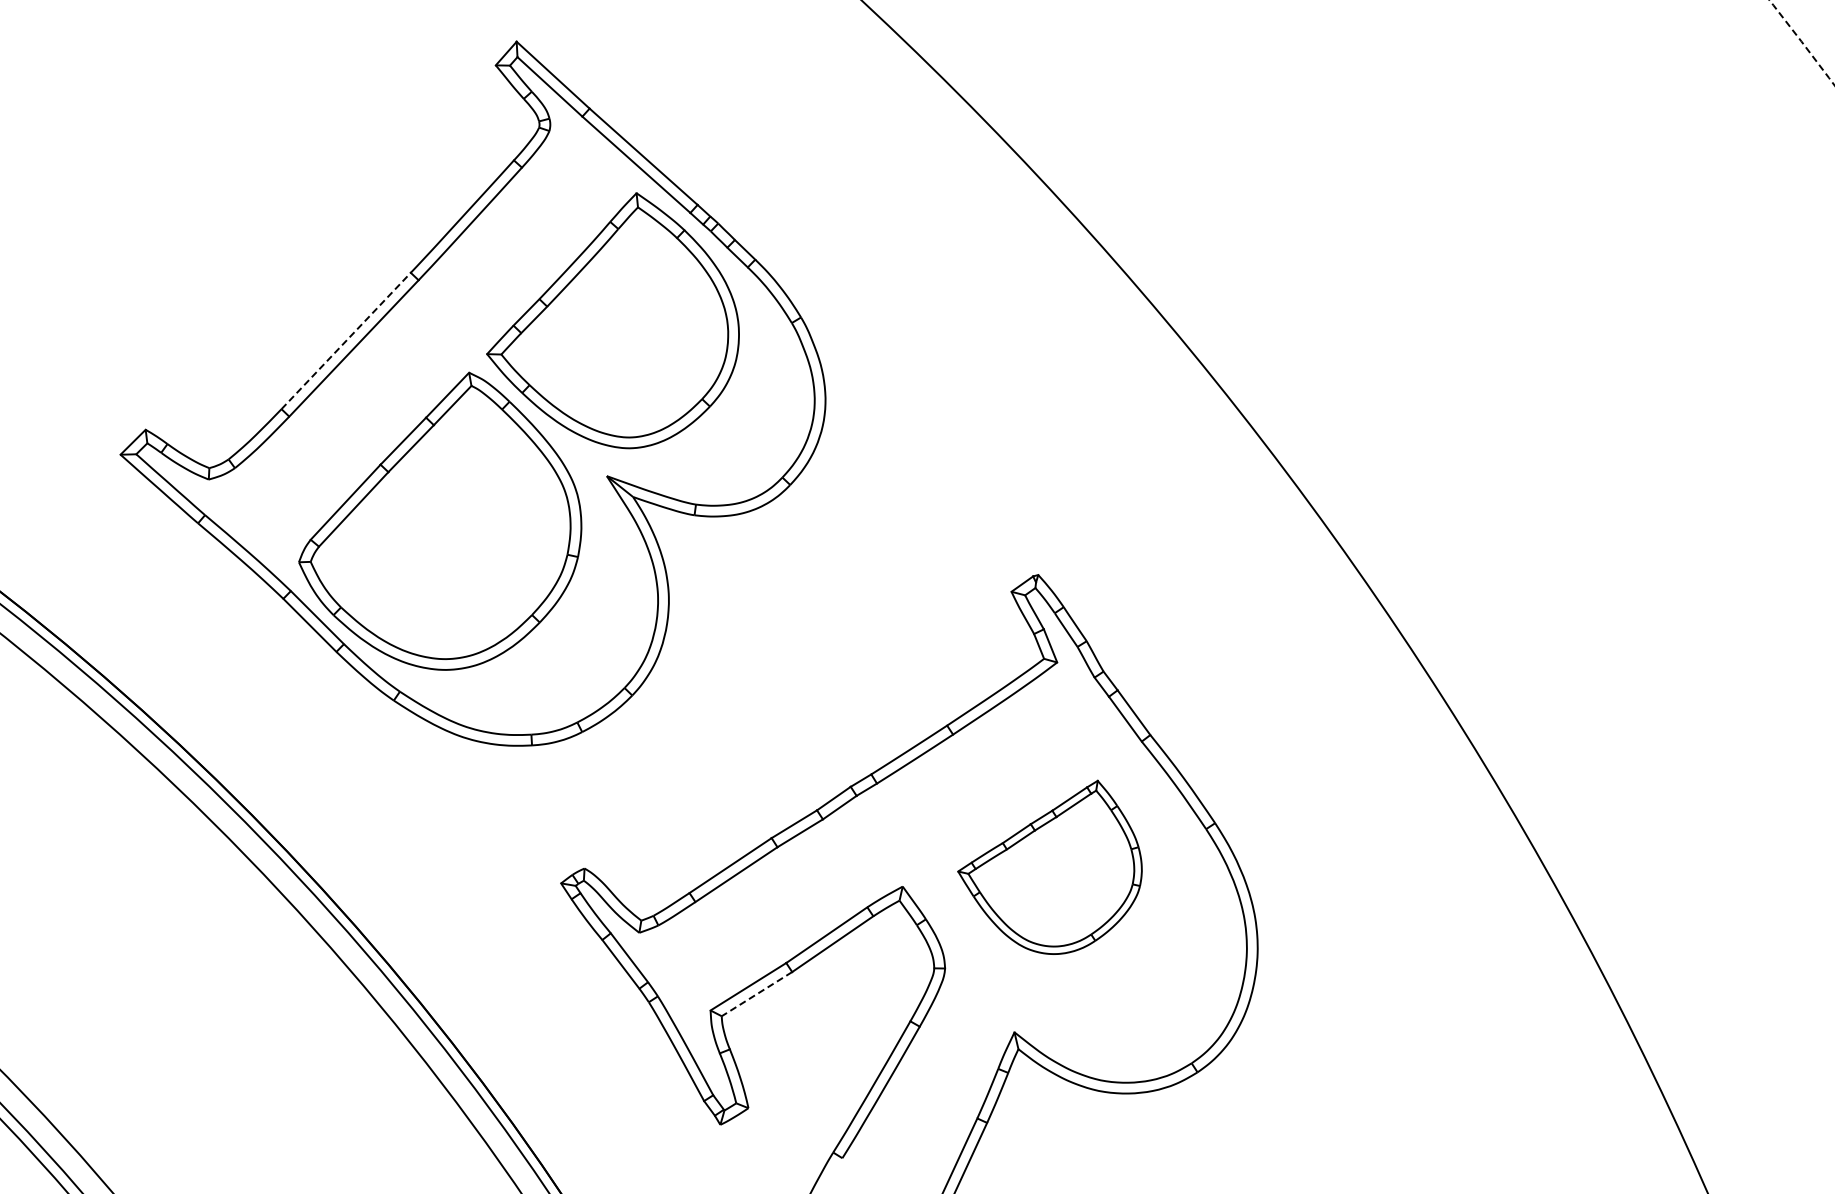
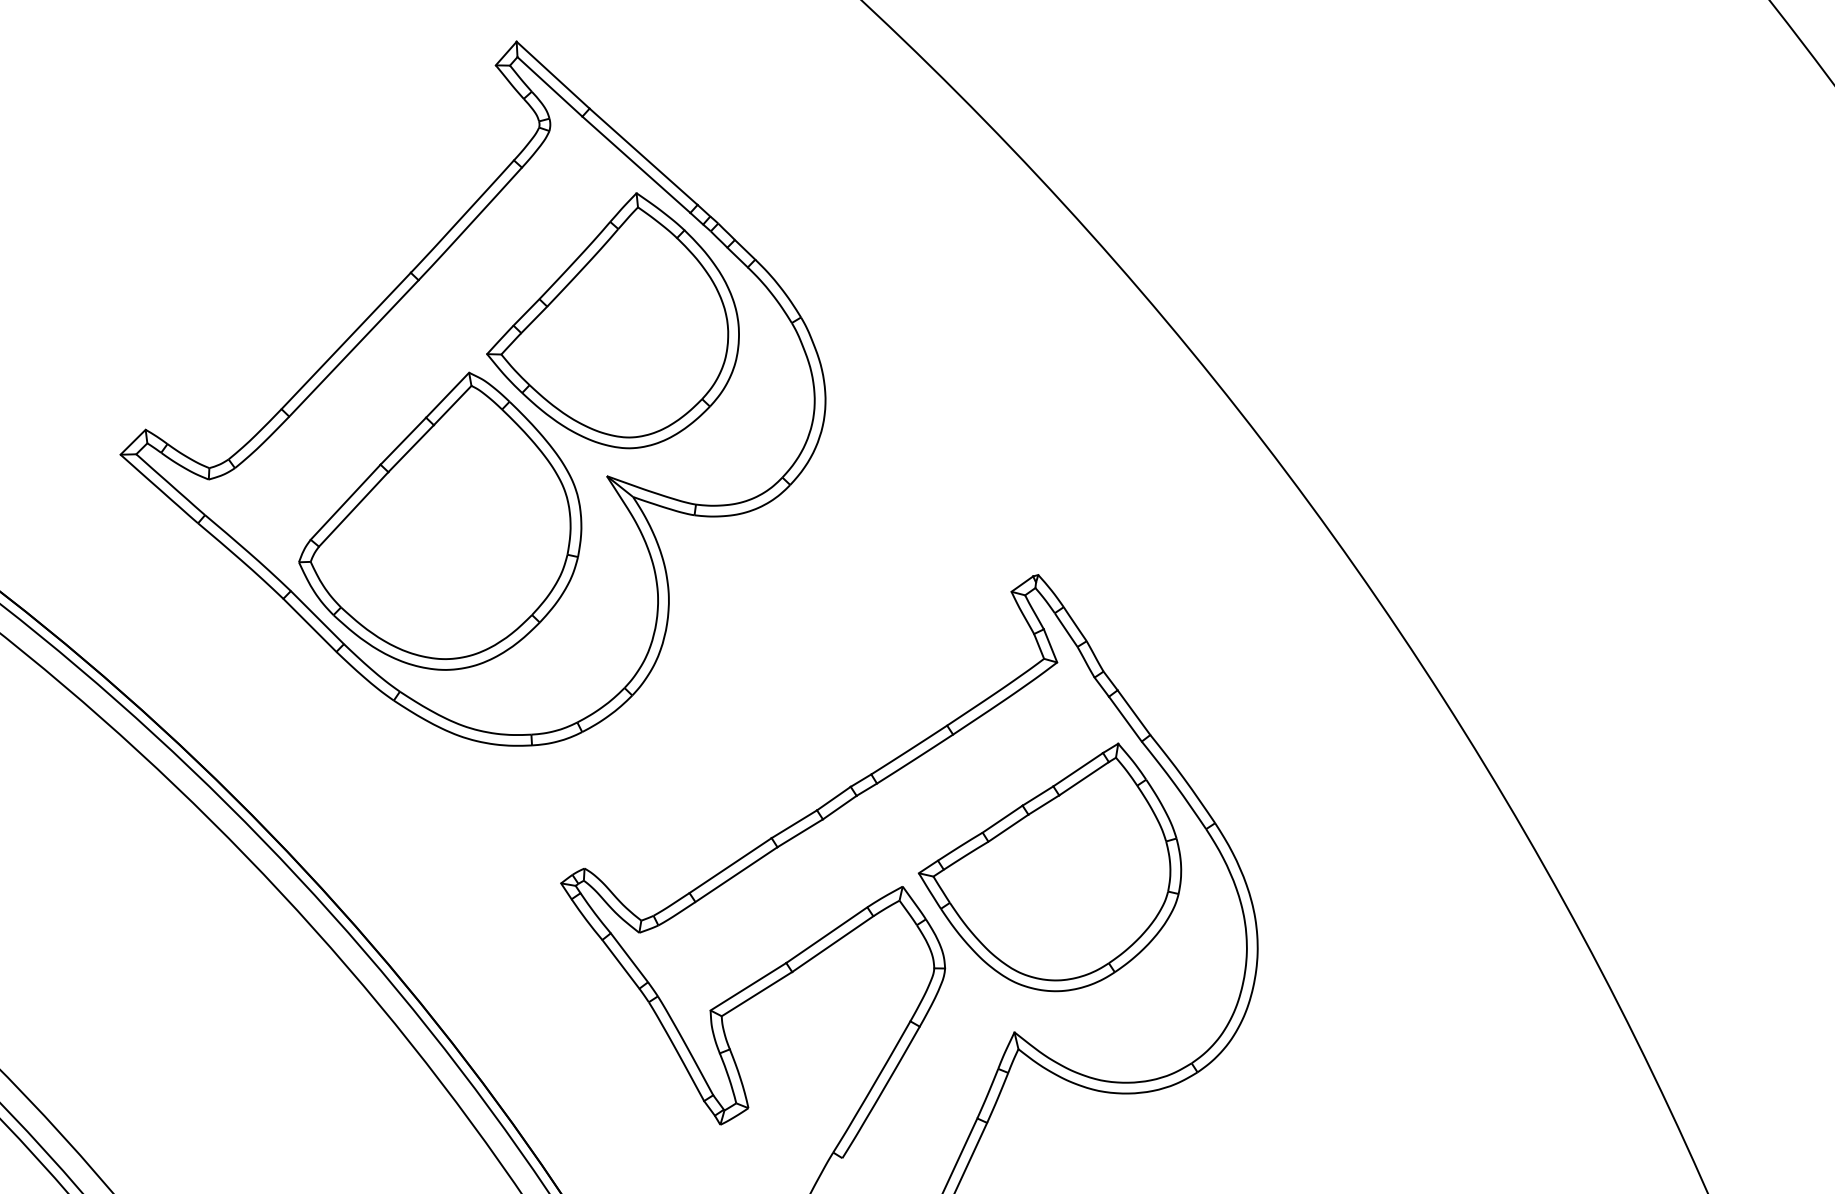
arc at (1801, 42): dashed -> solid
line at (346, 341): dashed -> solid
part at (1049, 866) size: 186x176 px -> 266x251 px
line at (756, 994): dashed -> solid
